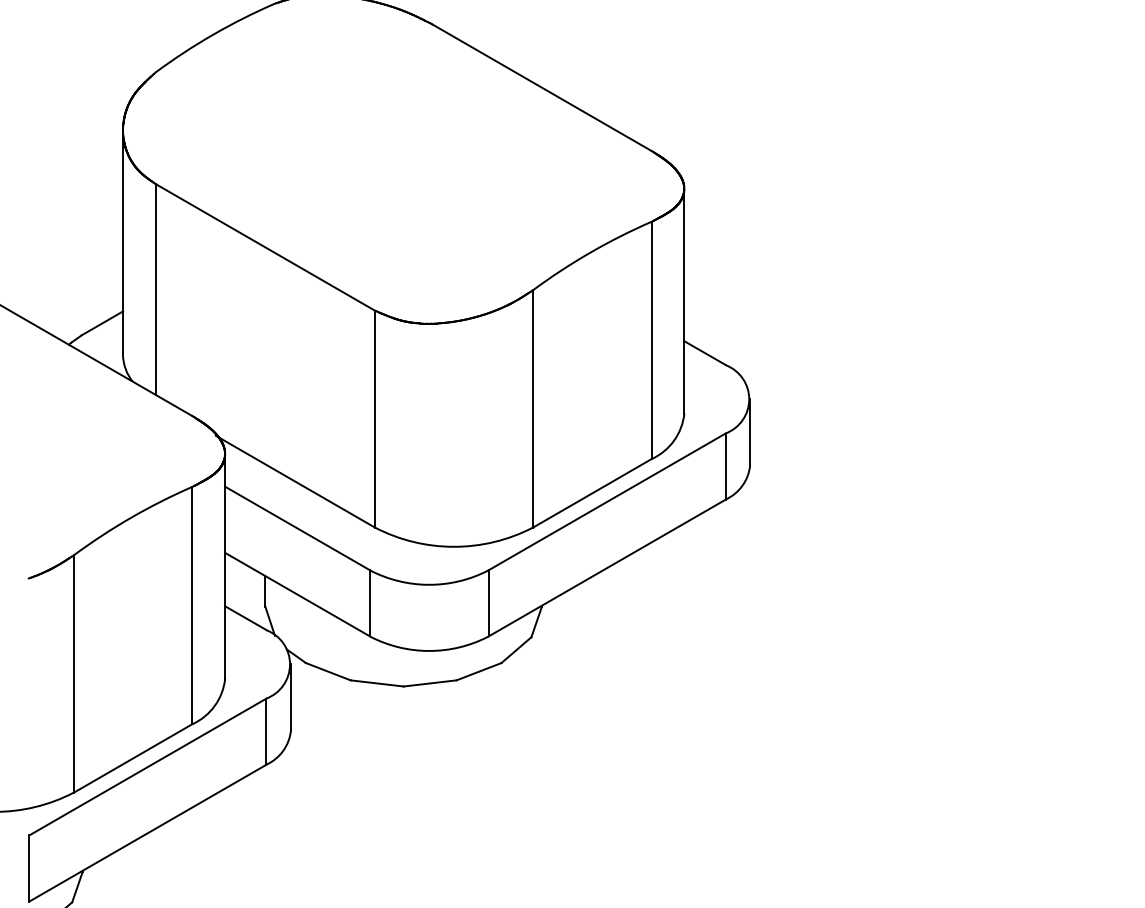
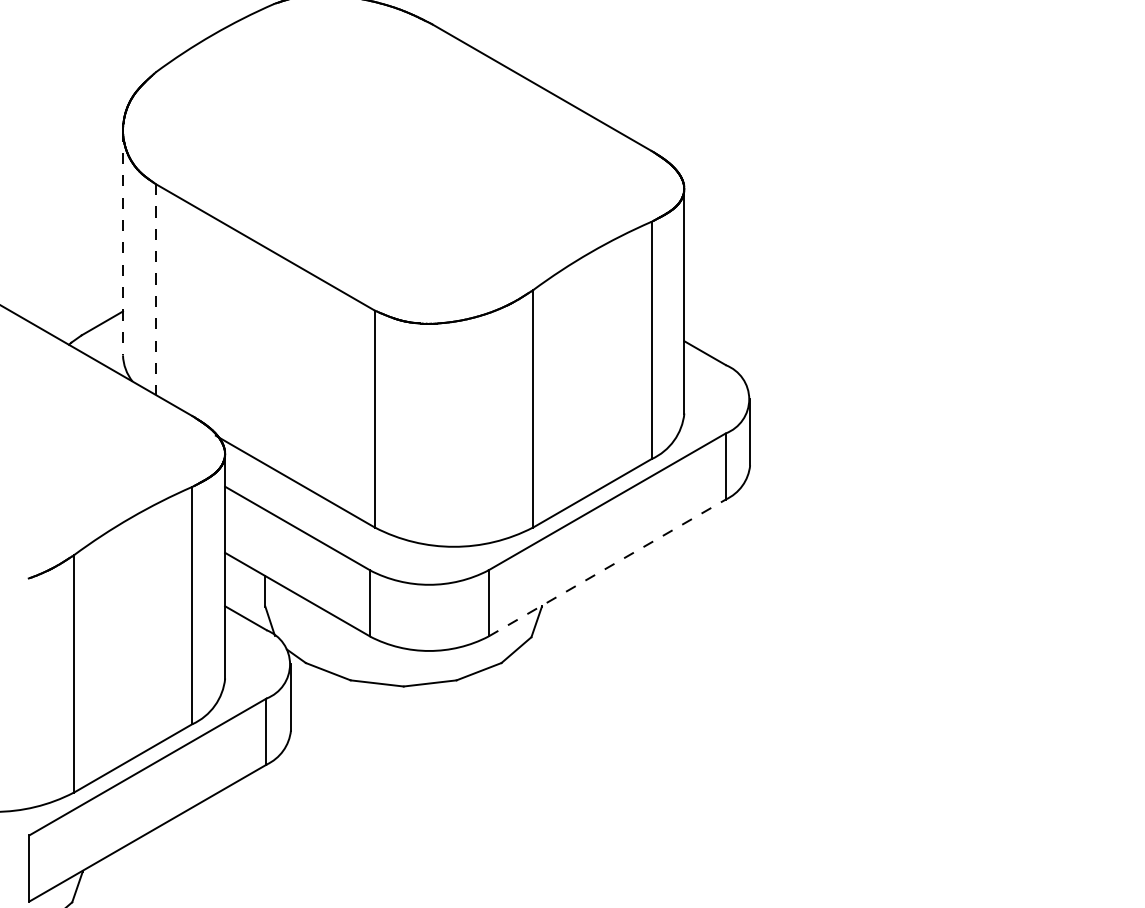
line at (122, 243): solid -> dashed
line at (155, 289): solid -> dashed
line at (607, 568): solid -> dashed
